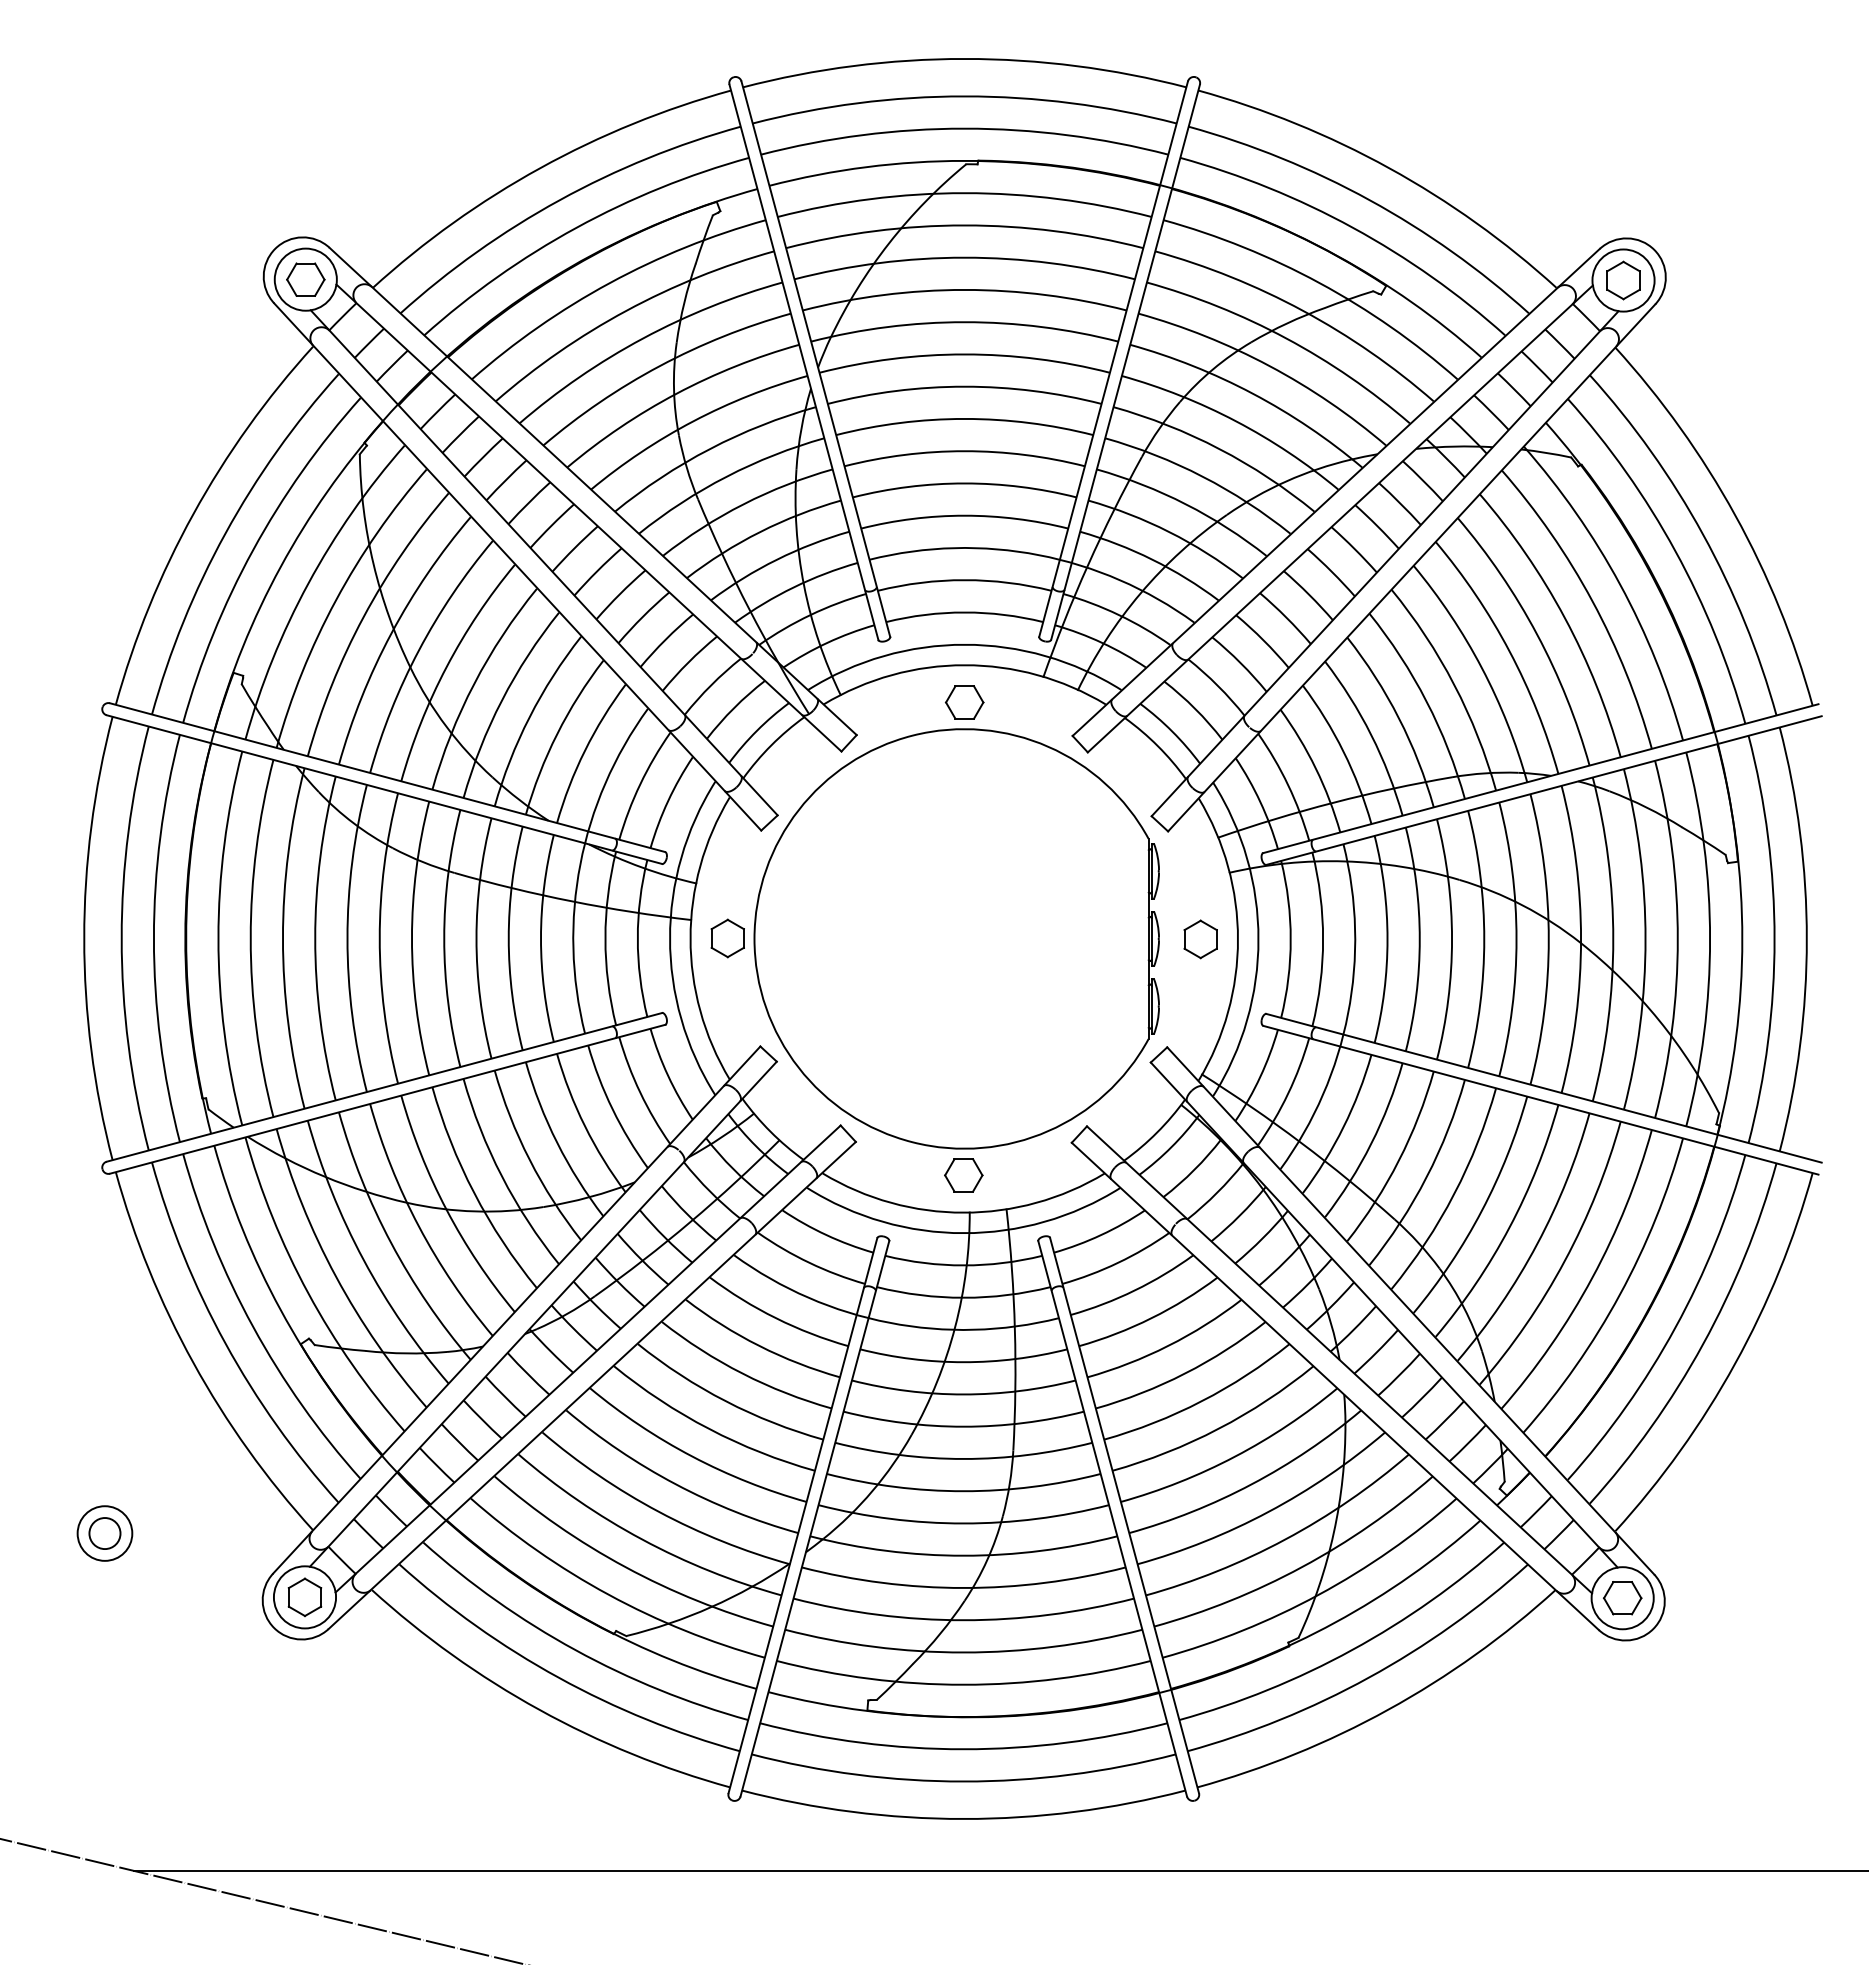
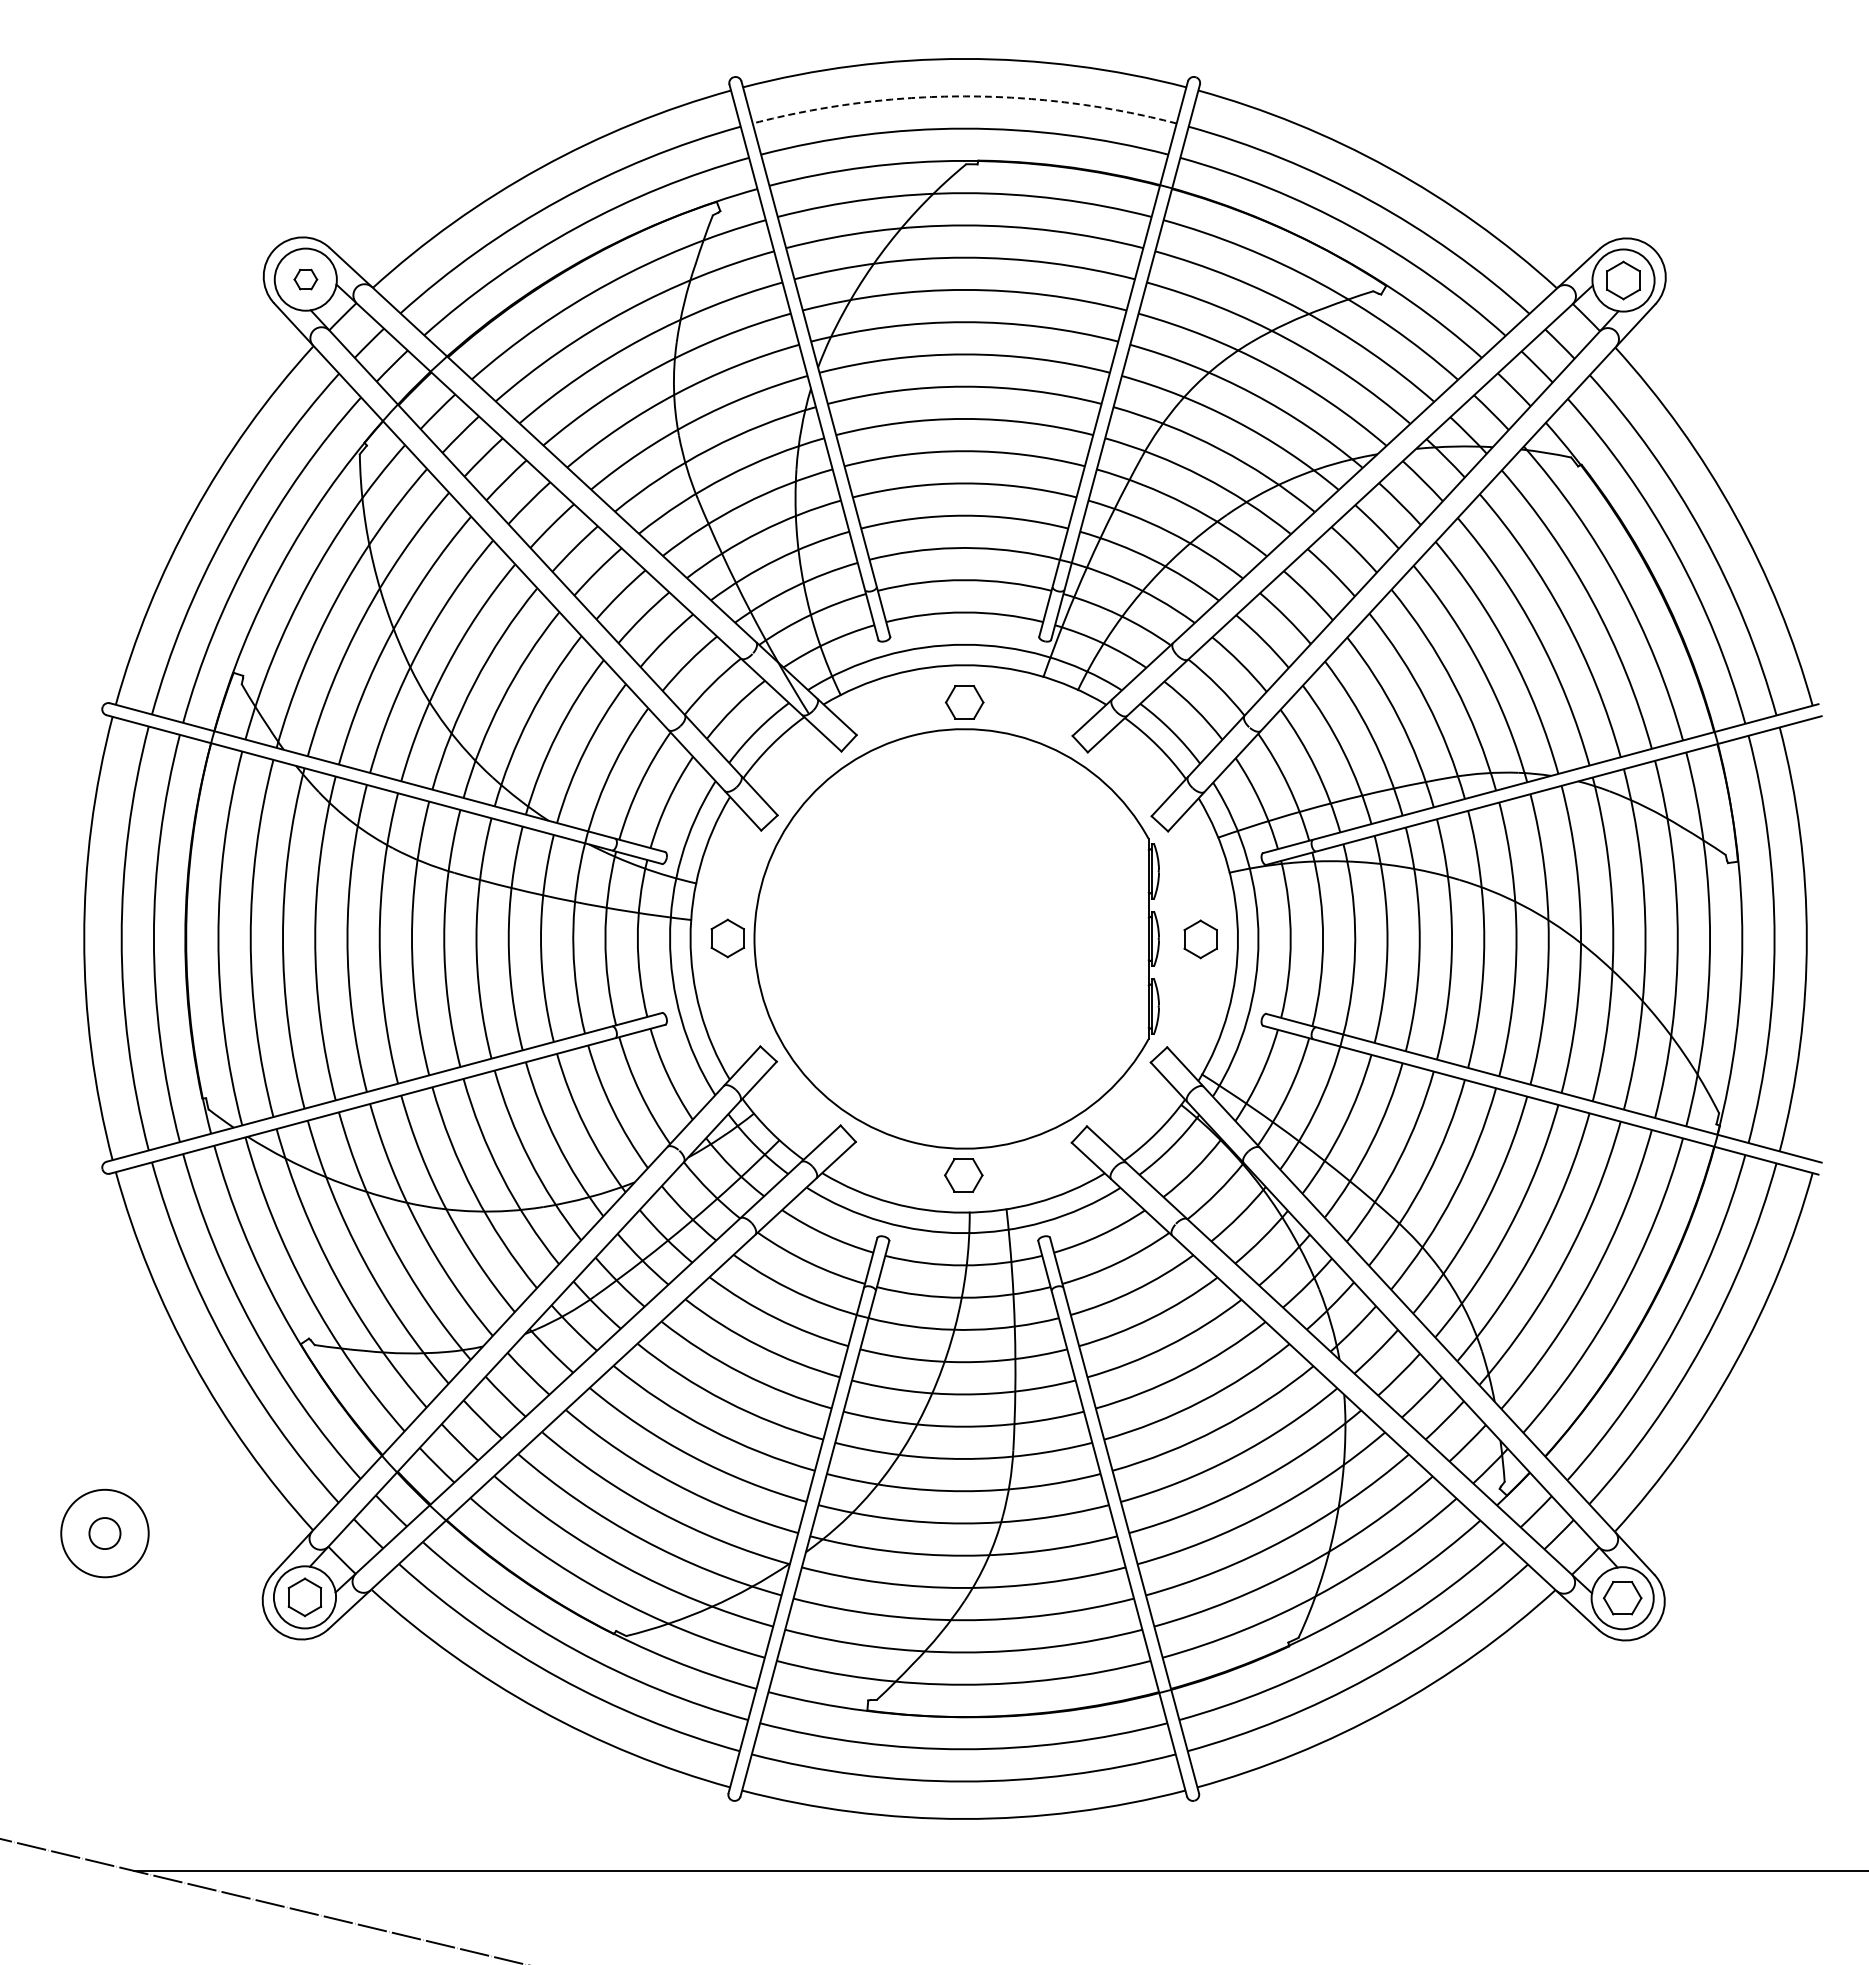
arc at (964, 96): solid -> dashed
part at (305, 279) size: 40x35 px -> 26x23 px
circle at (104, 1533) diameter: 55 px -> 87 px
